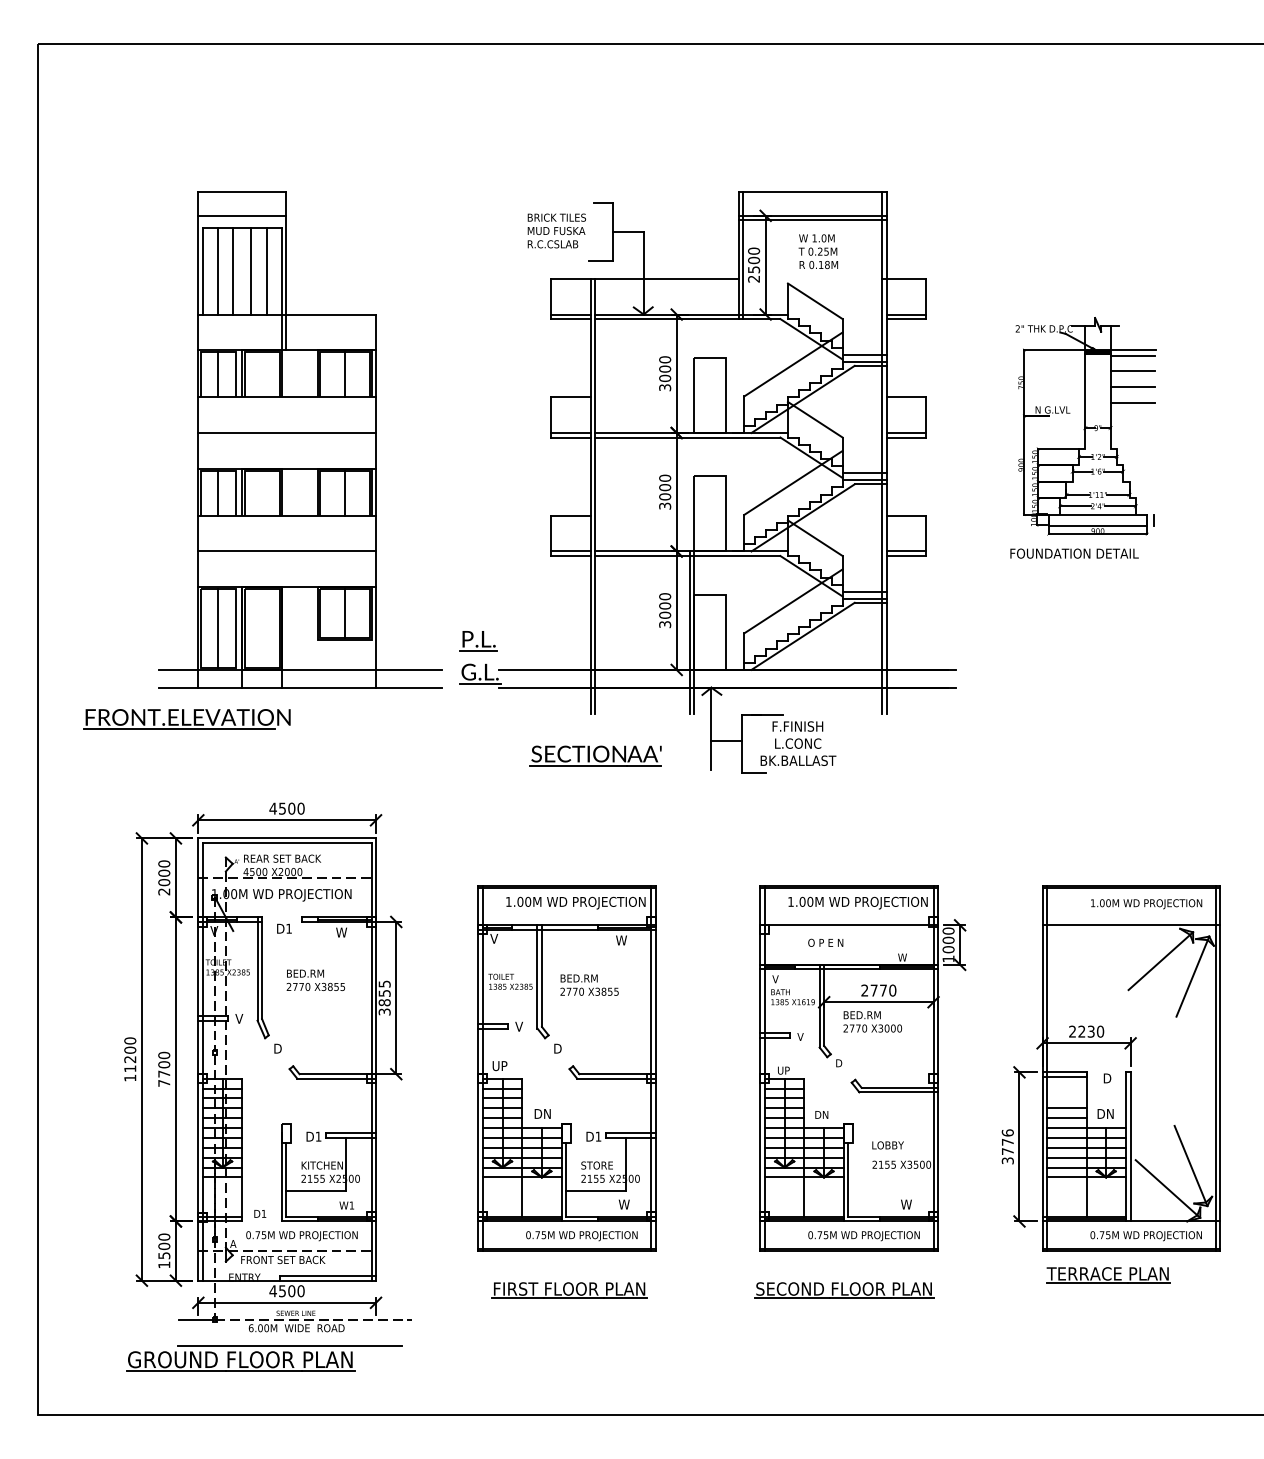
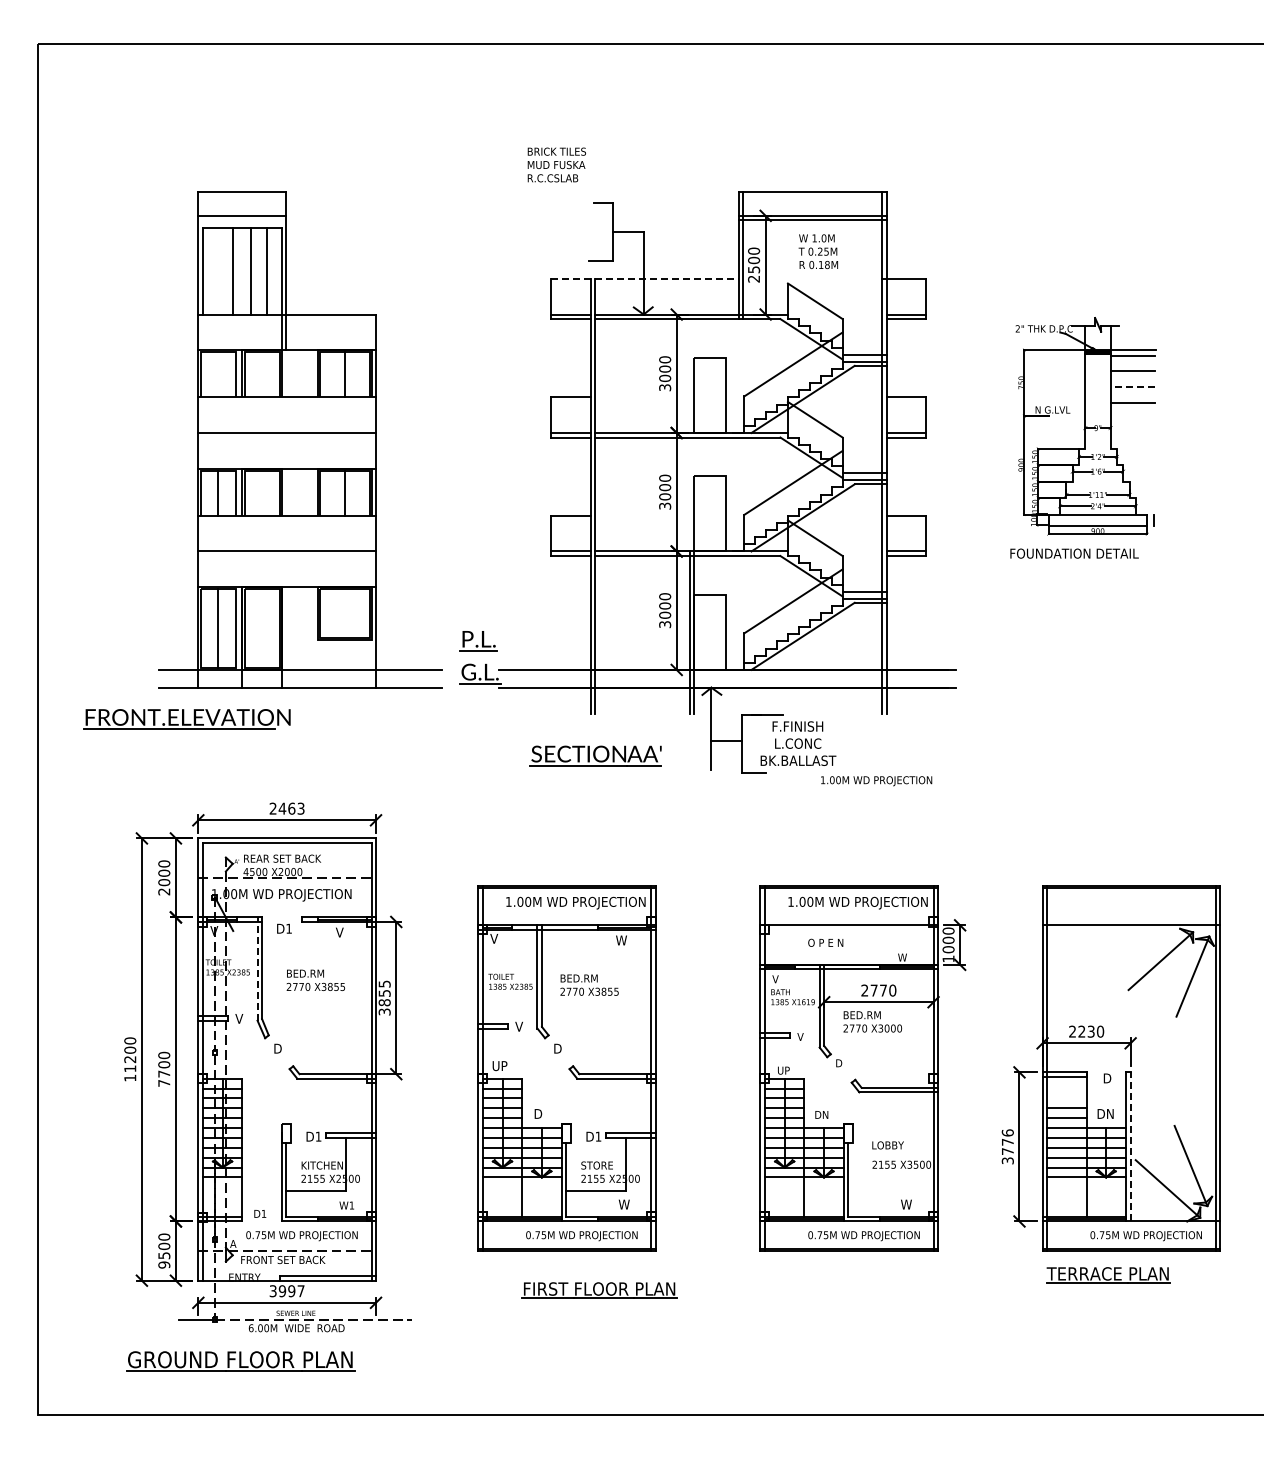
text at (556, 230) position: (556, 230) -> (556, 164)
line at (218, 270): present -> none
line at (645, 279): solid -> dashed
line at (218, 374): present -> none
line at (1132, 387): solid -> dashed
line at (345, 613): present -> none
text at (286, 808): 4500 -> 2463
text at (1146, 904) position: (1146, 904) -> (876, 781)
text at (341, 932): W -> V
line at (257, 969): solid -> dashed
text at (547, 1113): DN -> D
line at (1130, 1146): solid -> dashed
text at (164, 1264): 1500 -> 9500
part at (569, 1290) position: (569, 1290) -> (599, 1290)
part at (844, 1290): present -> none
text at (286, 1291): 4500 -> 3997
line at (289, 1345): present -> none
